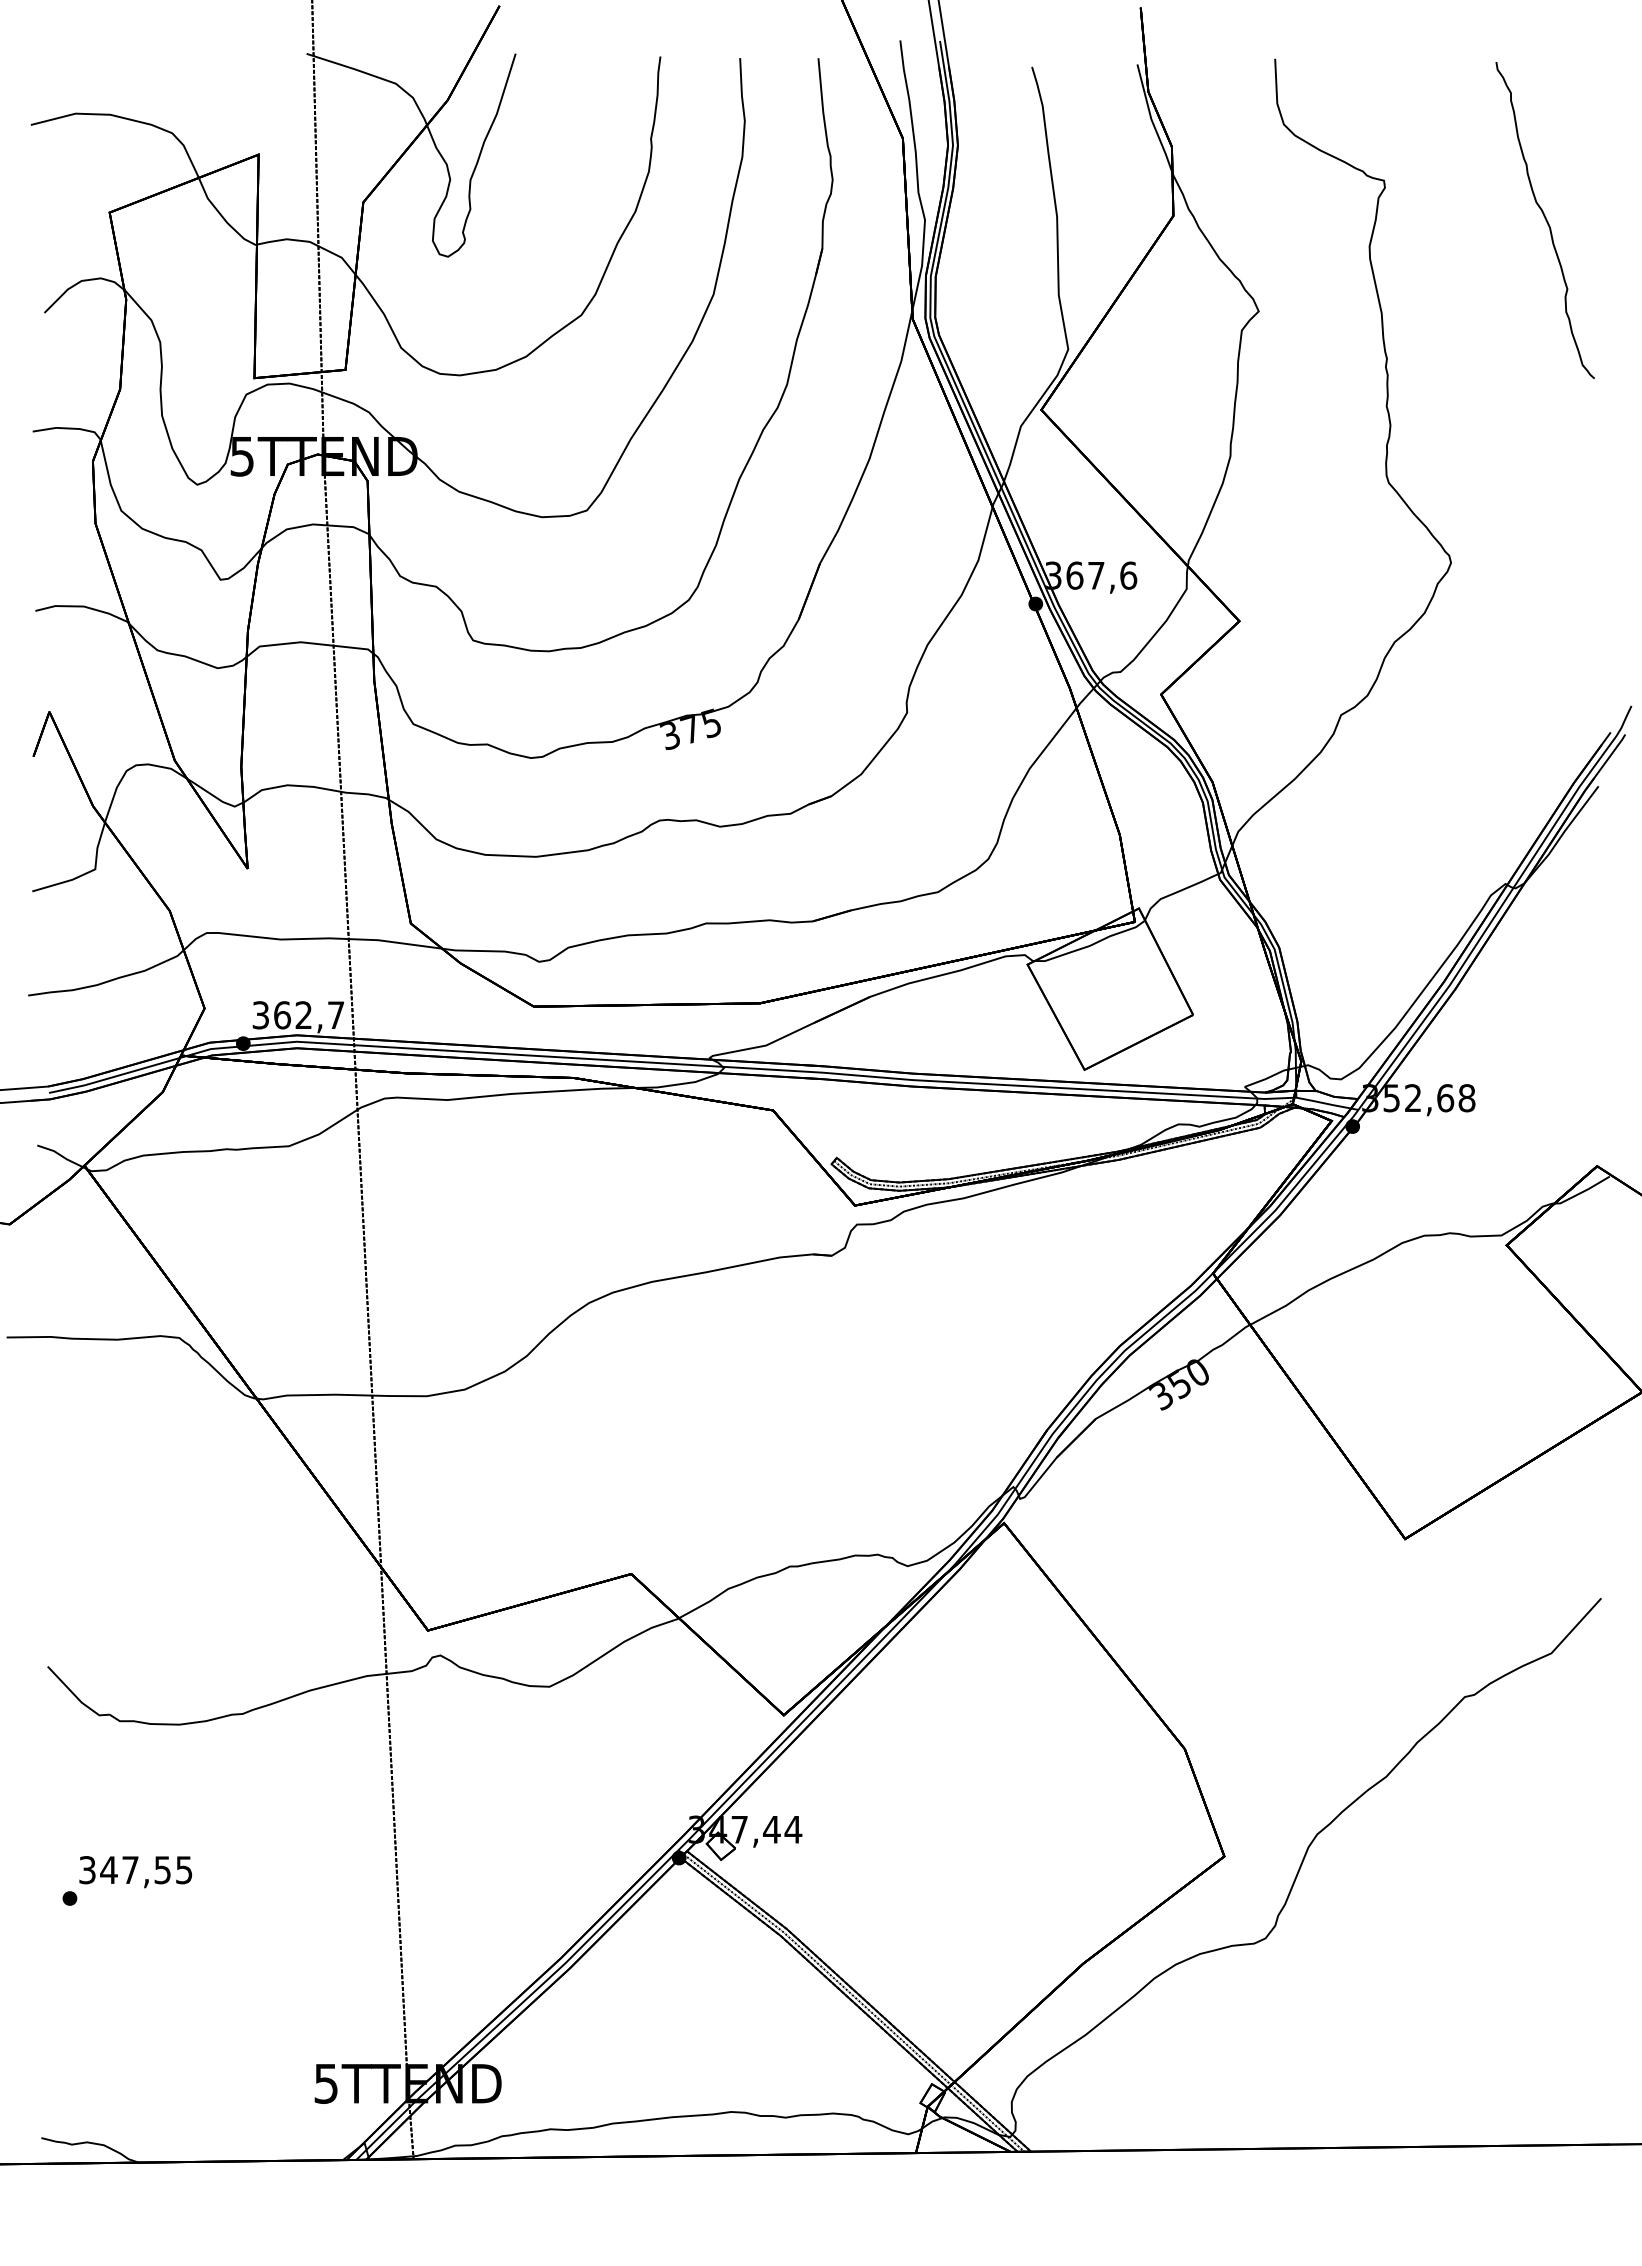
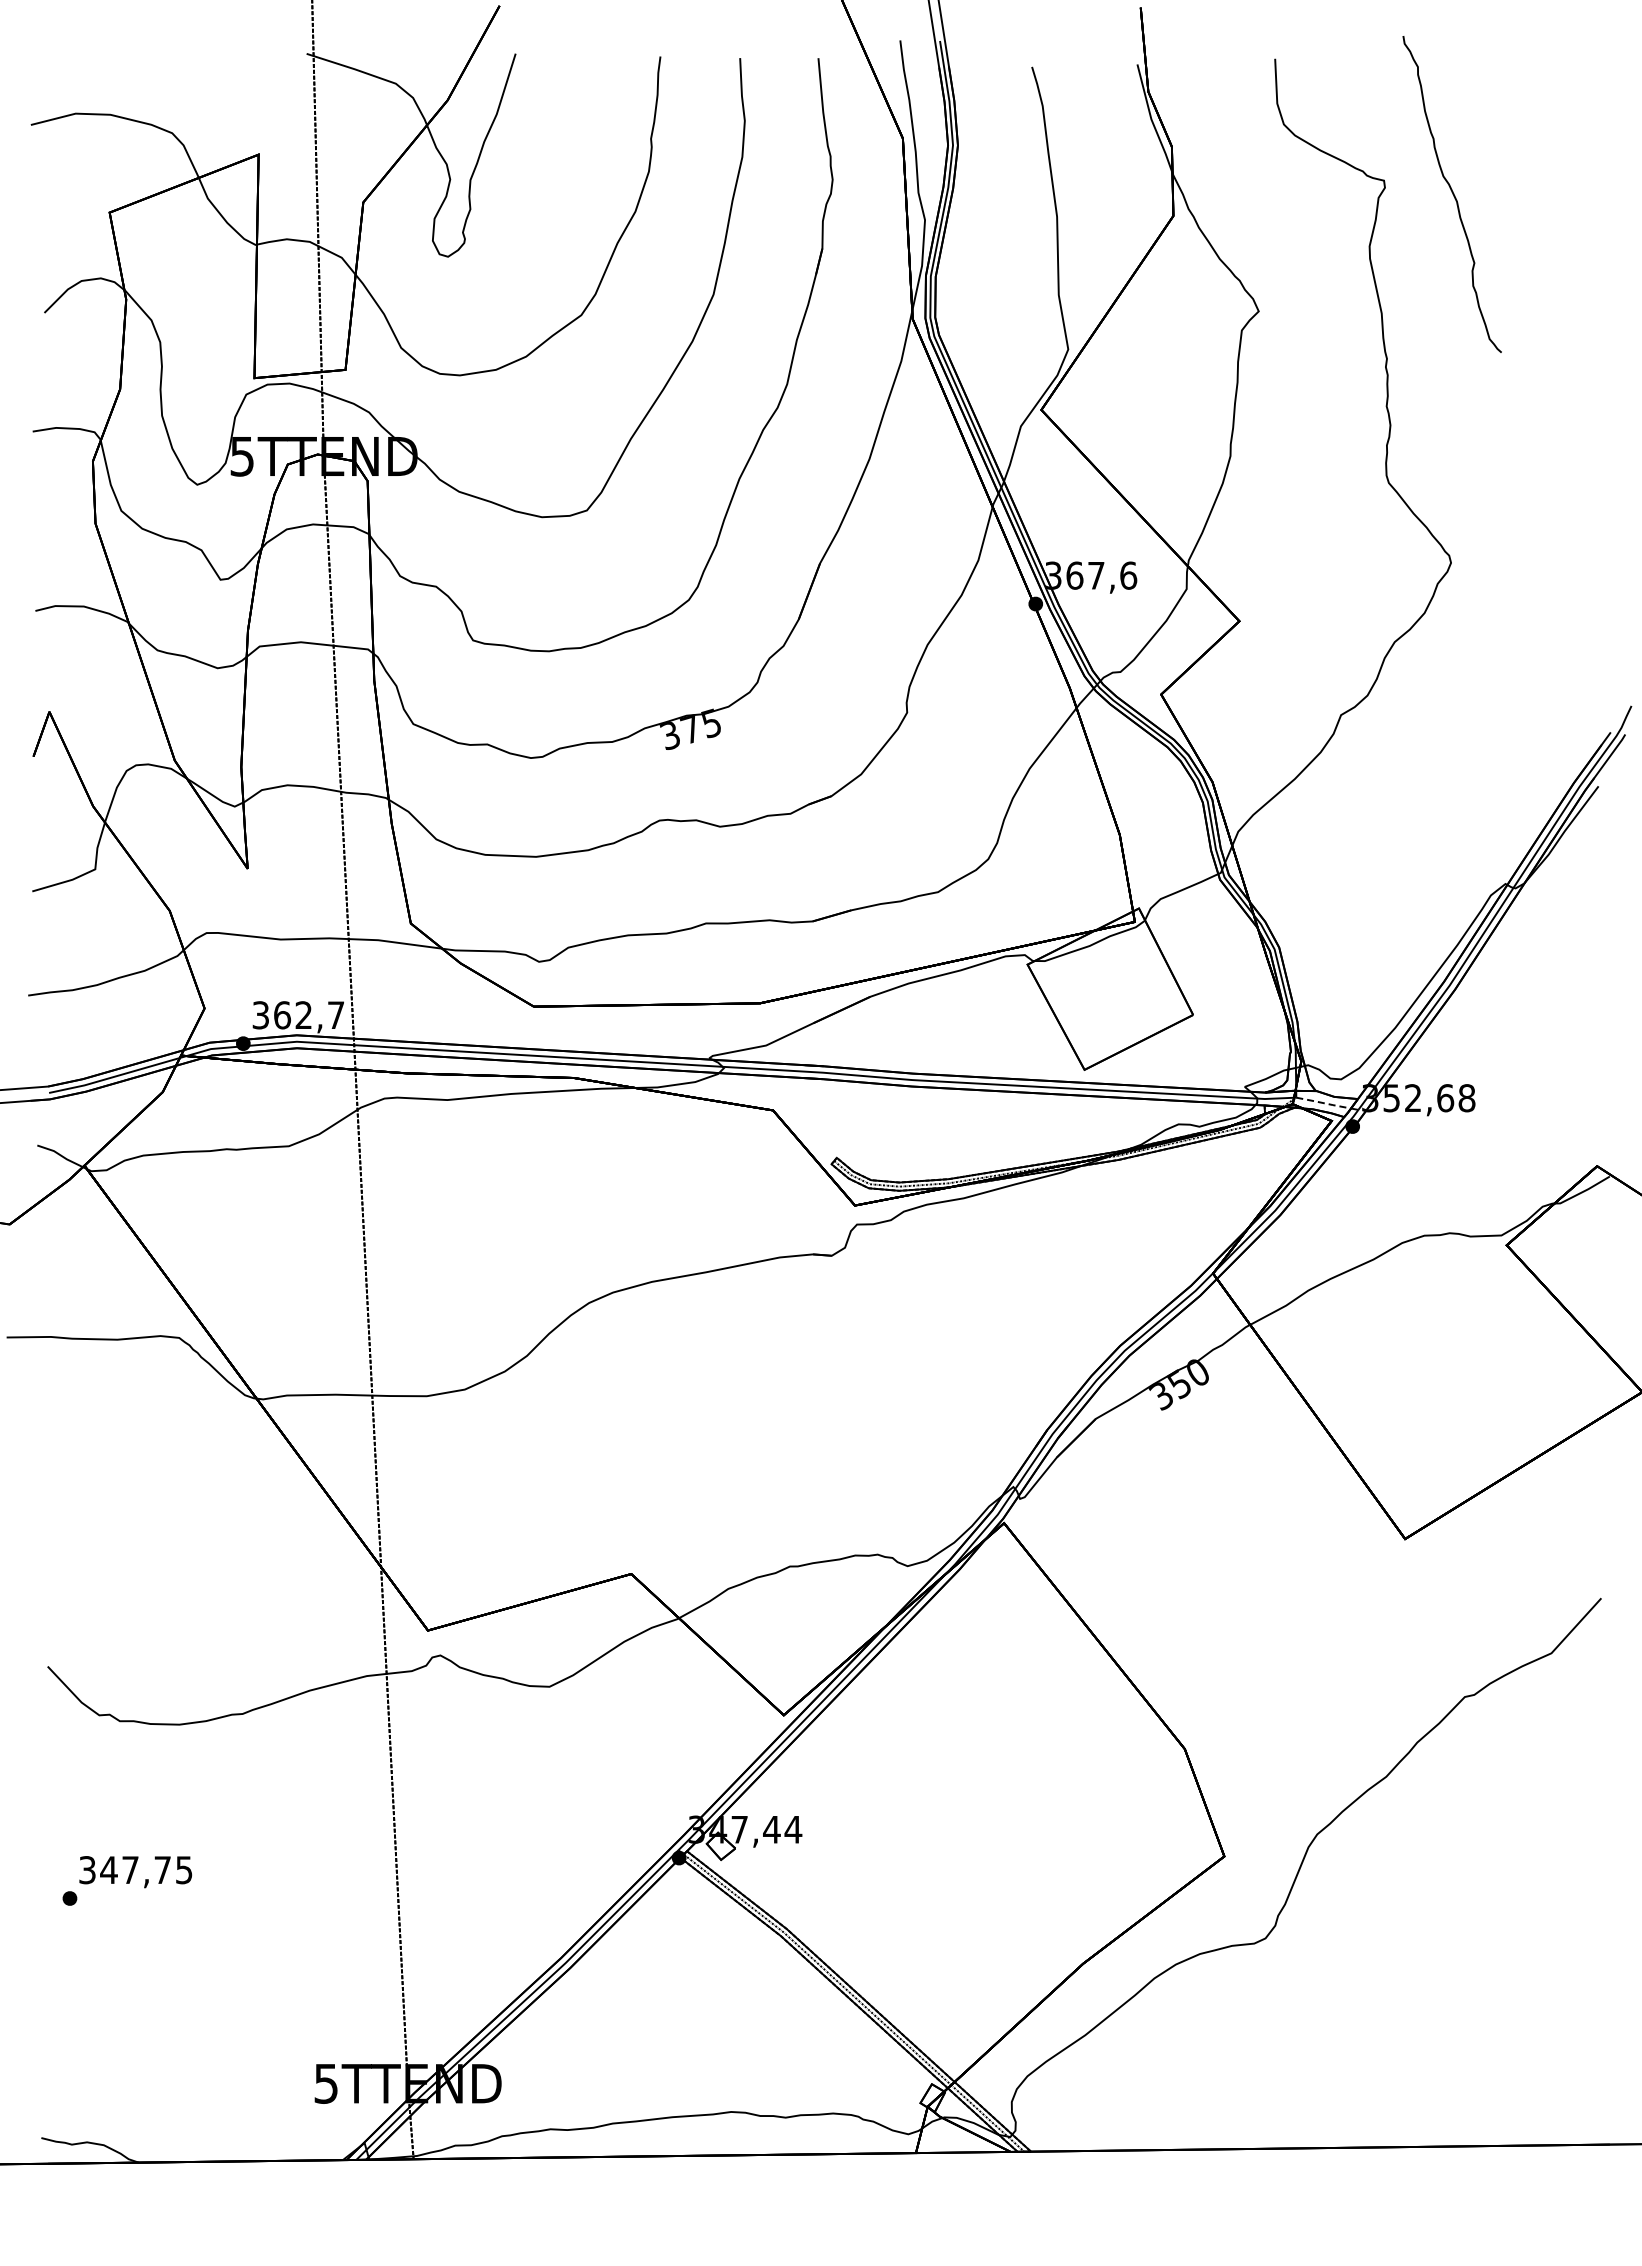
curve at (1545, 220) position: (1545, 220) -> (1452, 194)
line at (1323, 1103): solid -> dashed
text at (162, 1870): 347,55 -> 347,75
